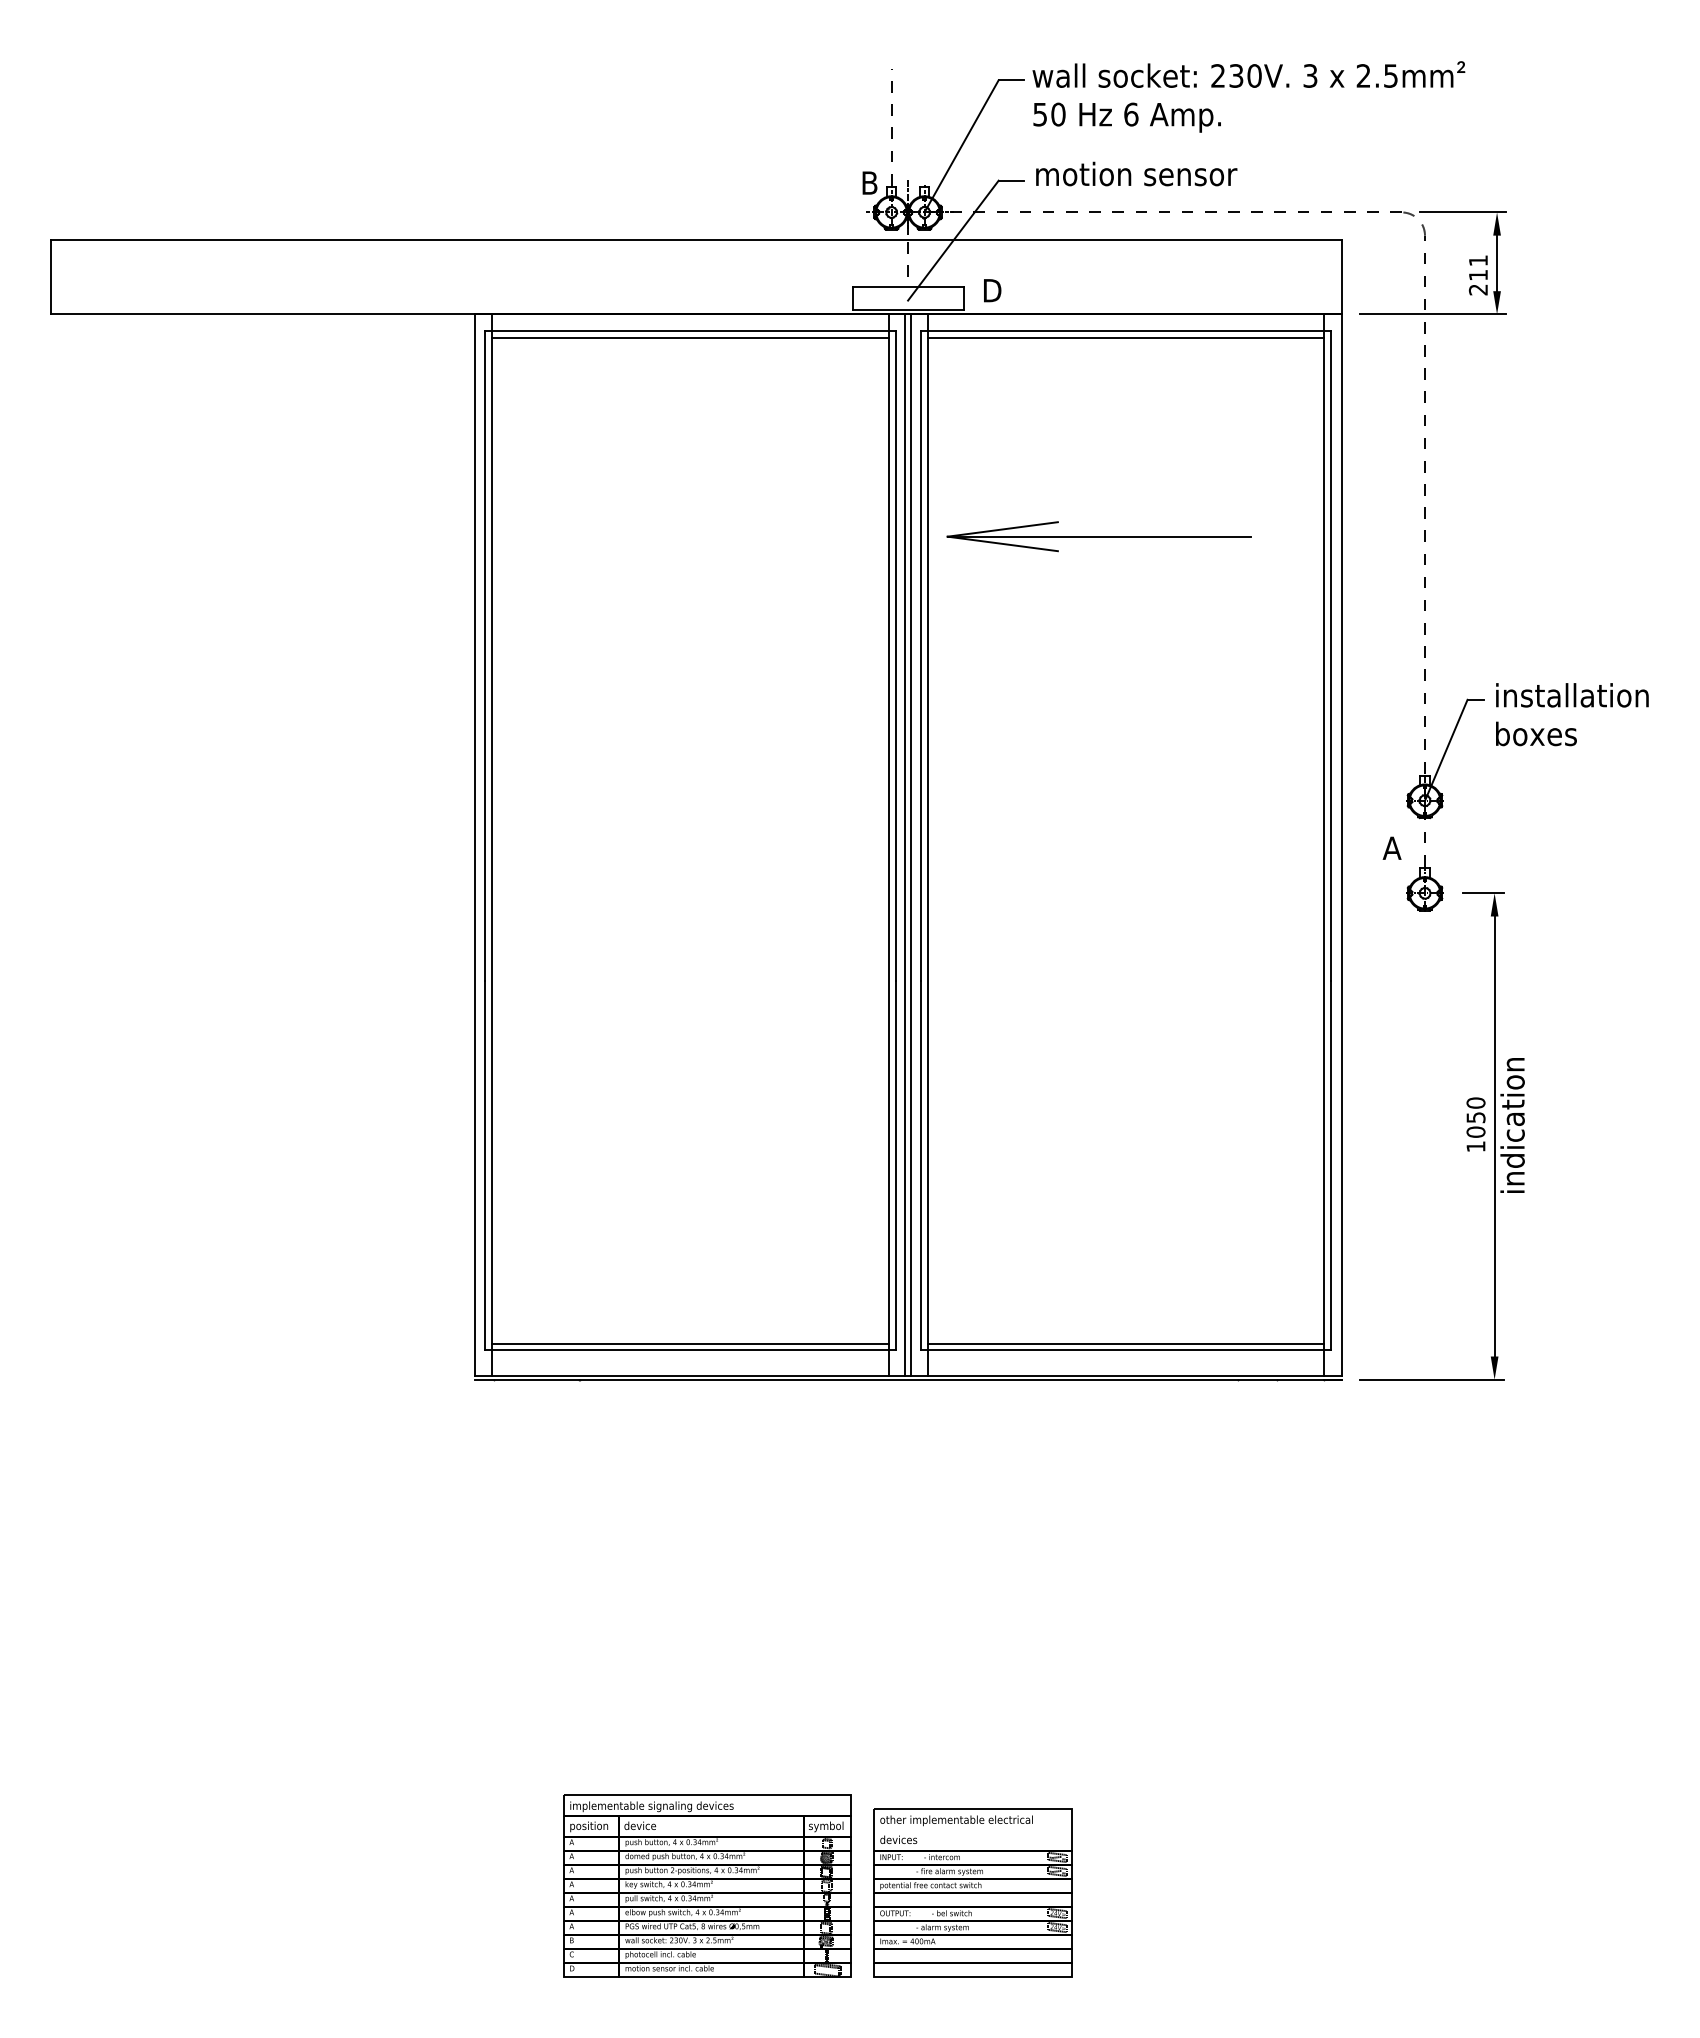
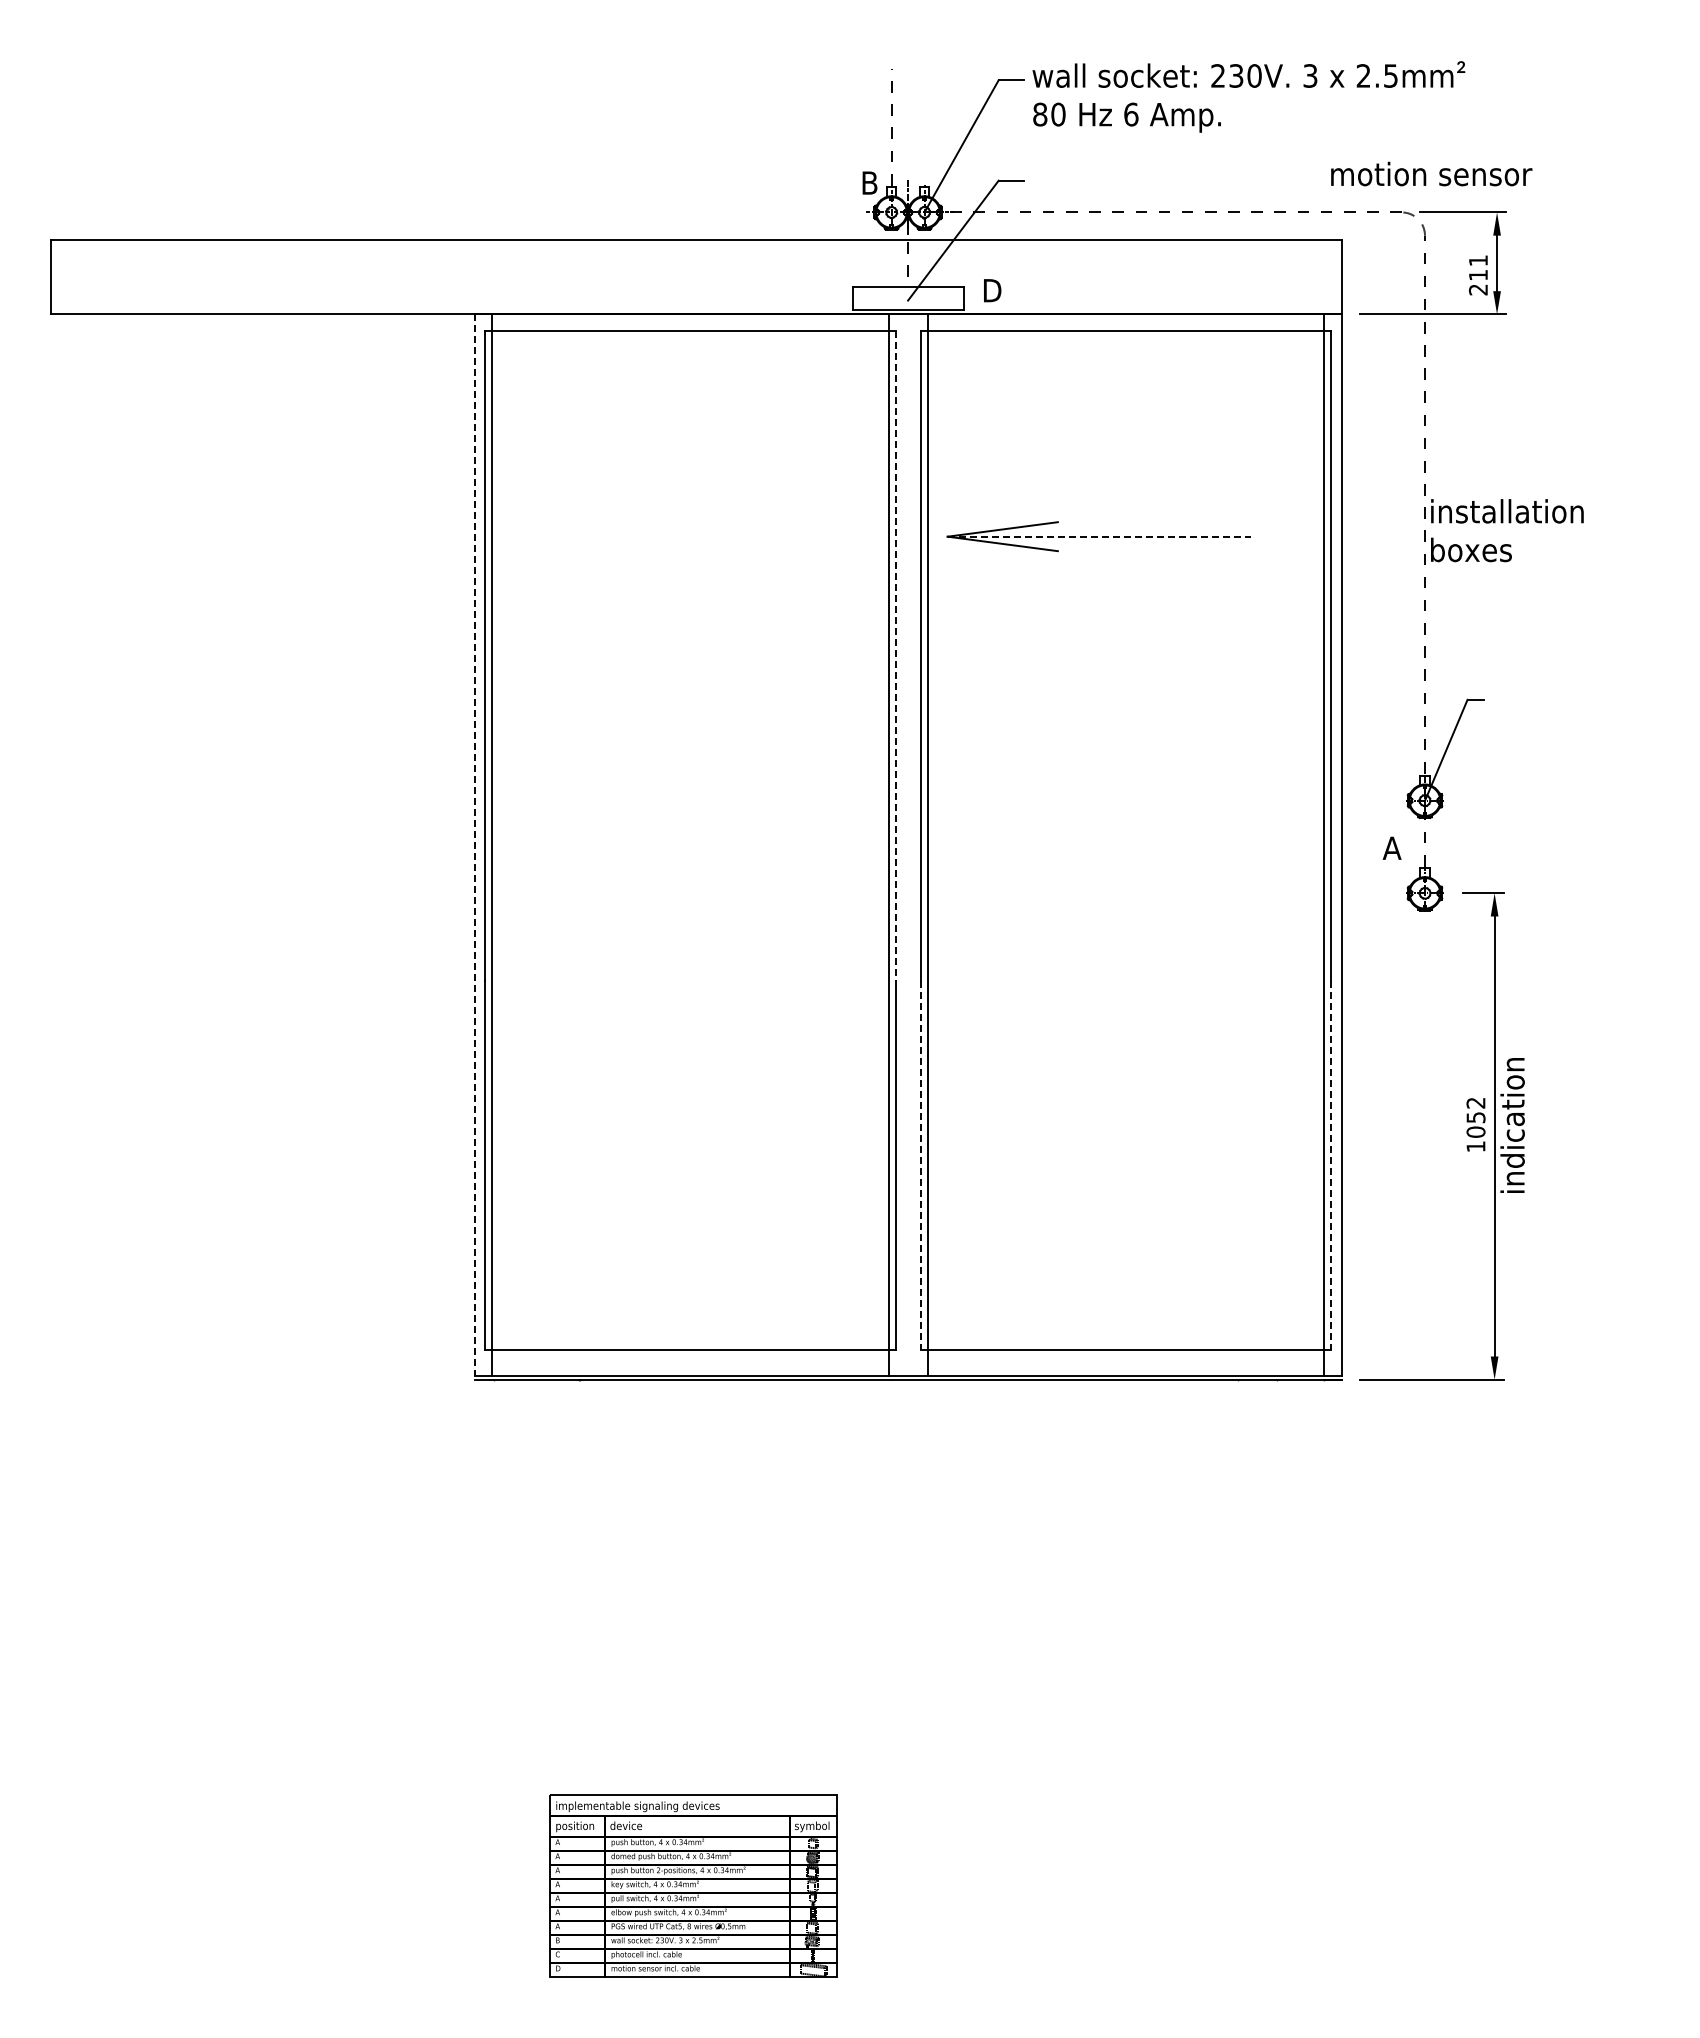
text at (1040, 114): 50 -> 80
text at (1136, 173) position: (1136, 173) -> (1431, 173)
line at (690, 337): present -> none
line at (1125, 337): present -> none
line at (1099, 536): solid -> dashed
line at (895, 656): solid -> dashed
text at (1572, 714) position: (1572, 714) -> (1507, 530)
line at (905, 844): present -> none
line at (910, 844): present -> none
line at (474, 845): solid -> dashed
text at (1475, 1102): 1050 -> 1052
line at (920, 1165): solid -> dashed
line at (1330, 1165): solid -> dashed
line at (690, 1343): present -> none
line at (1125, 1343): present -> none
part at (707, 1885) position: (707, 1885) -> (693, 1885)
part at (972, 1892): present -> none
